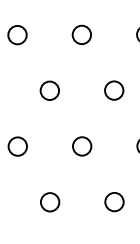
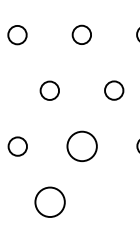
circle at (82, 146) diameter: 18 px -> 29 px
circle at (49, 202) diameter: 18 px -> 29 px
circle at (114, 202): present -> none
